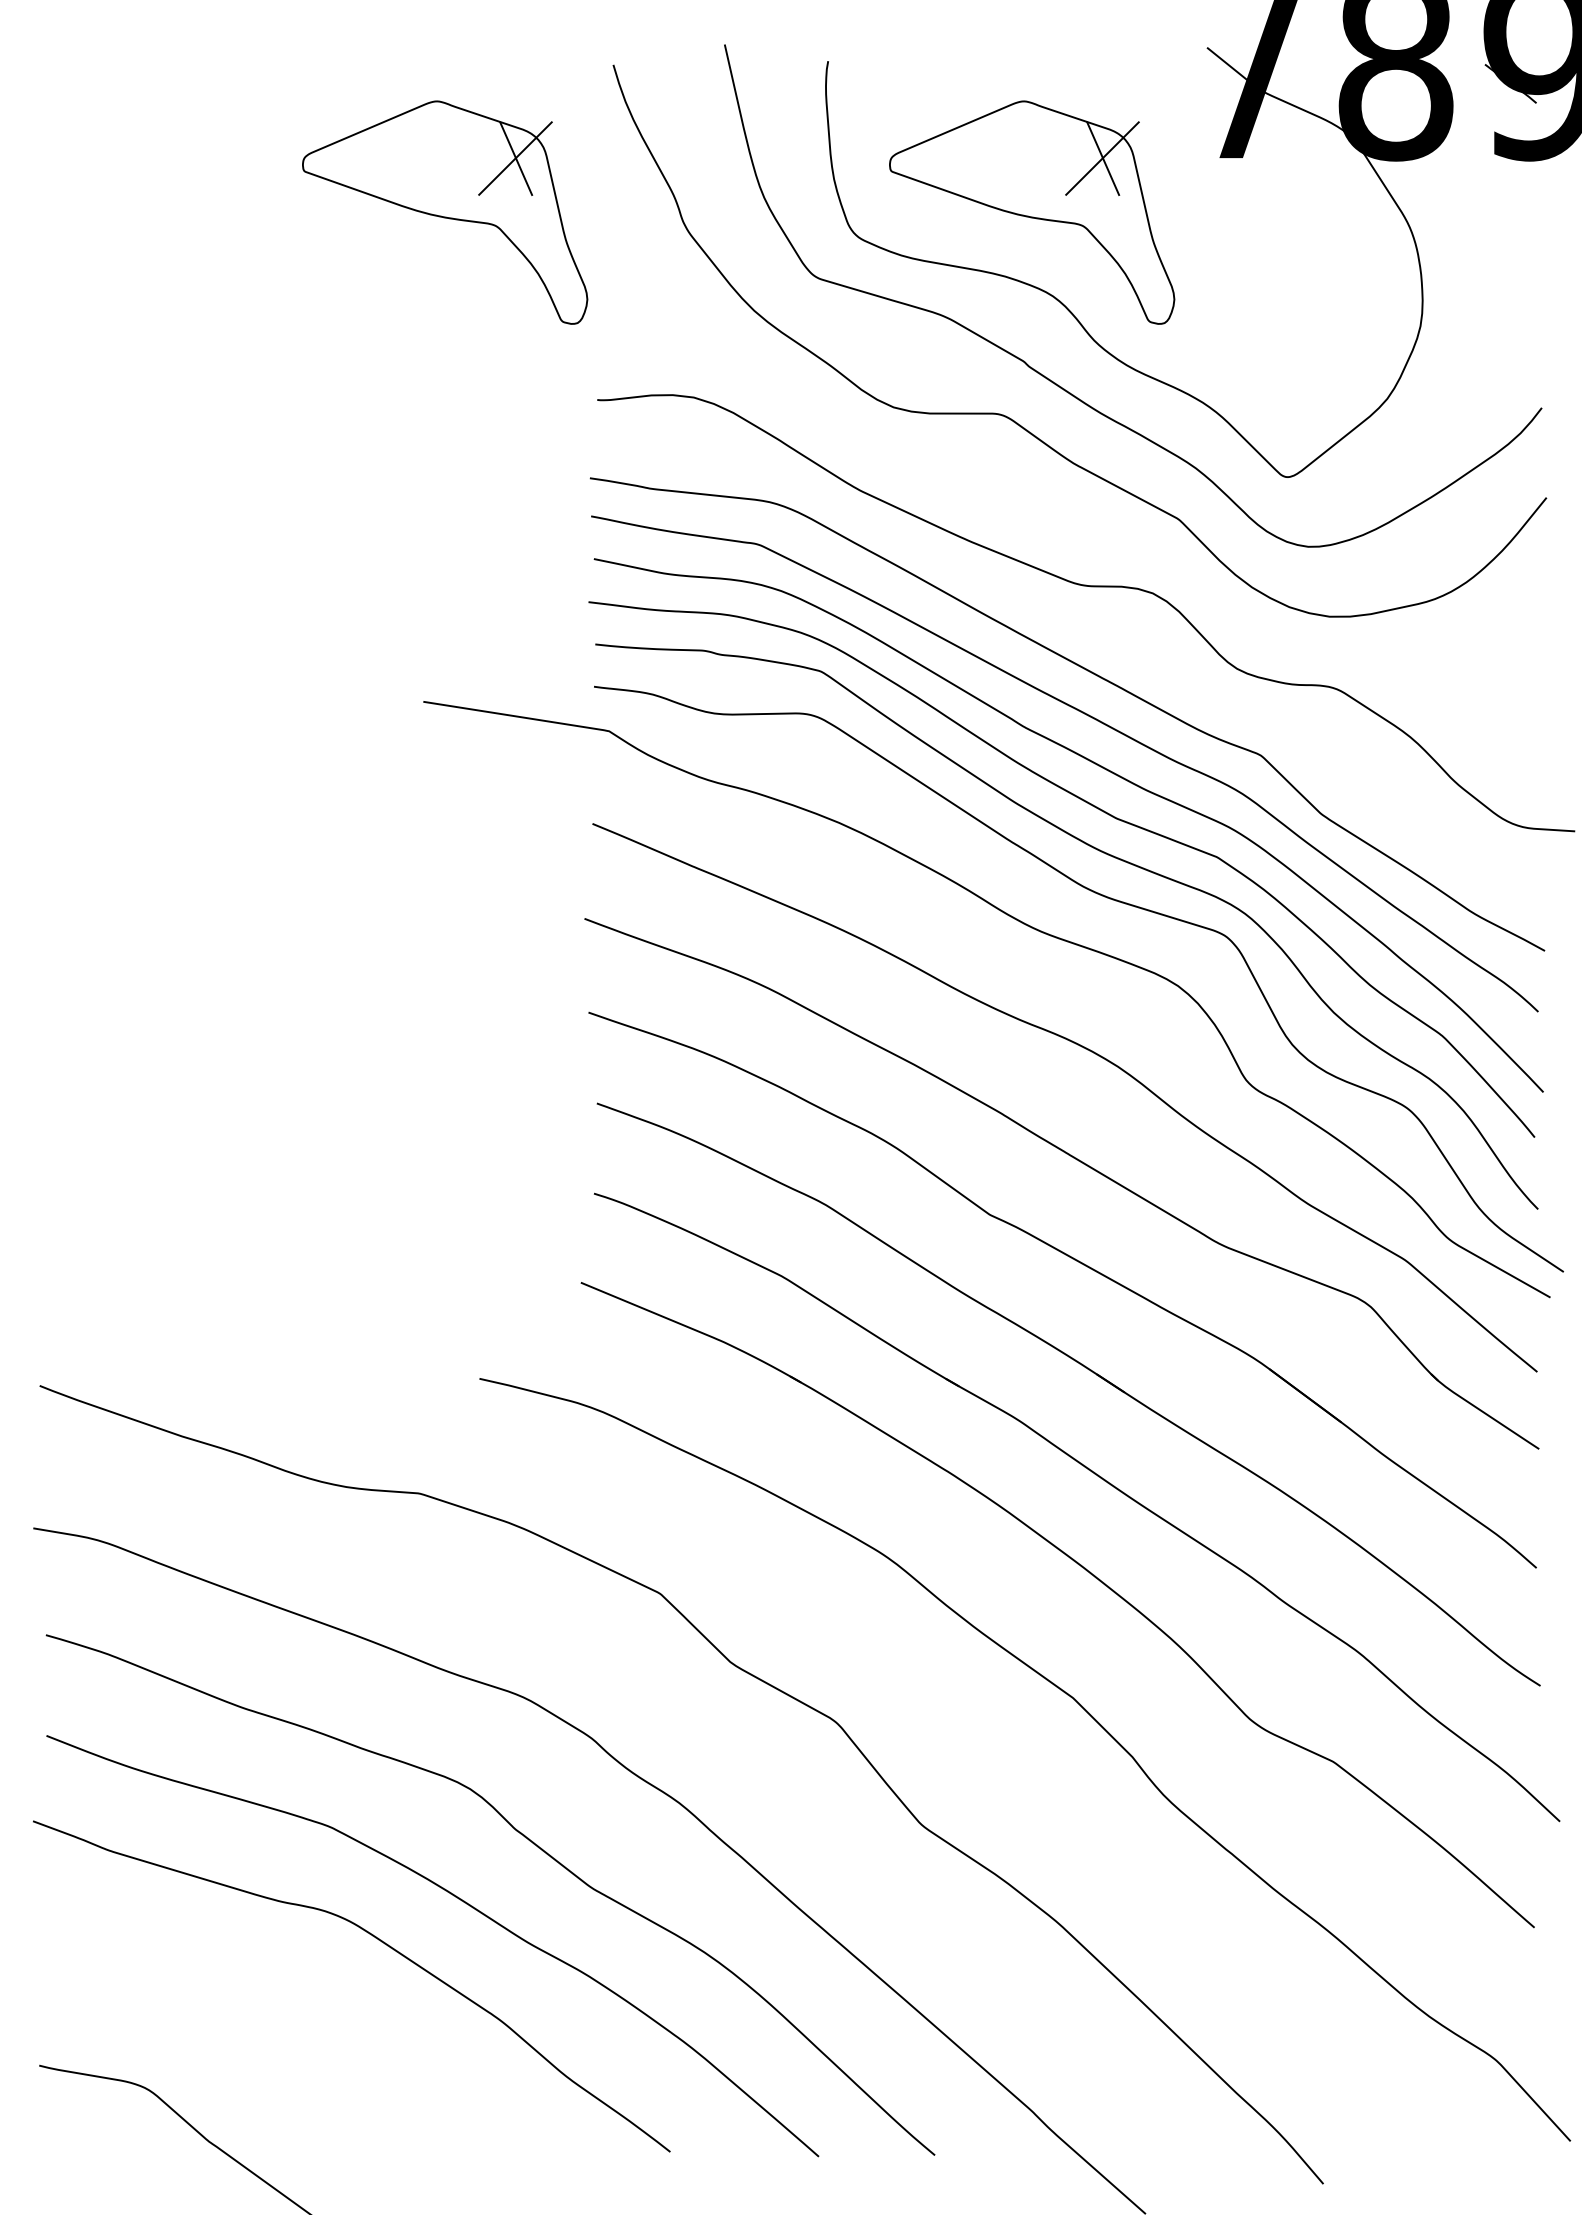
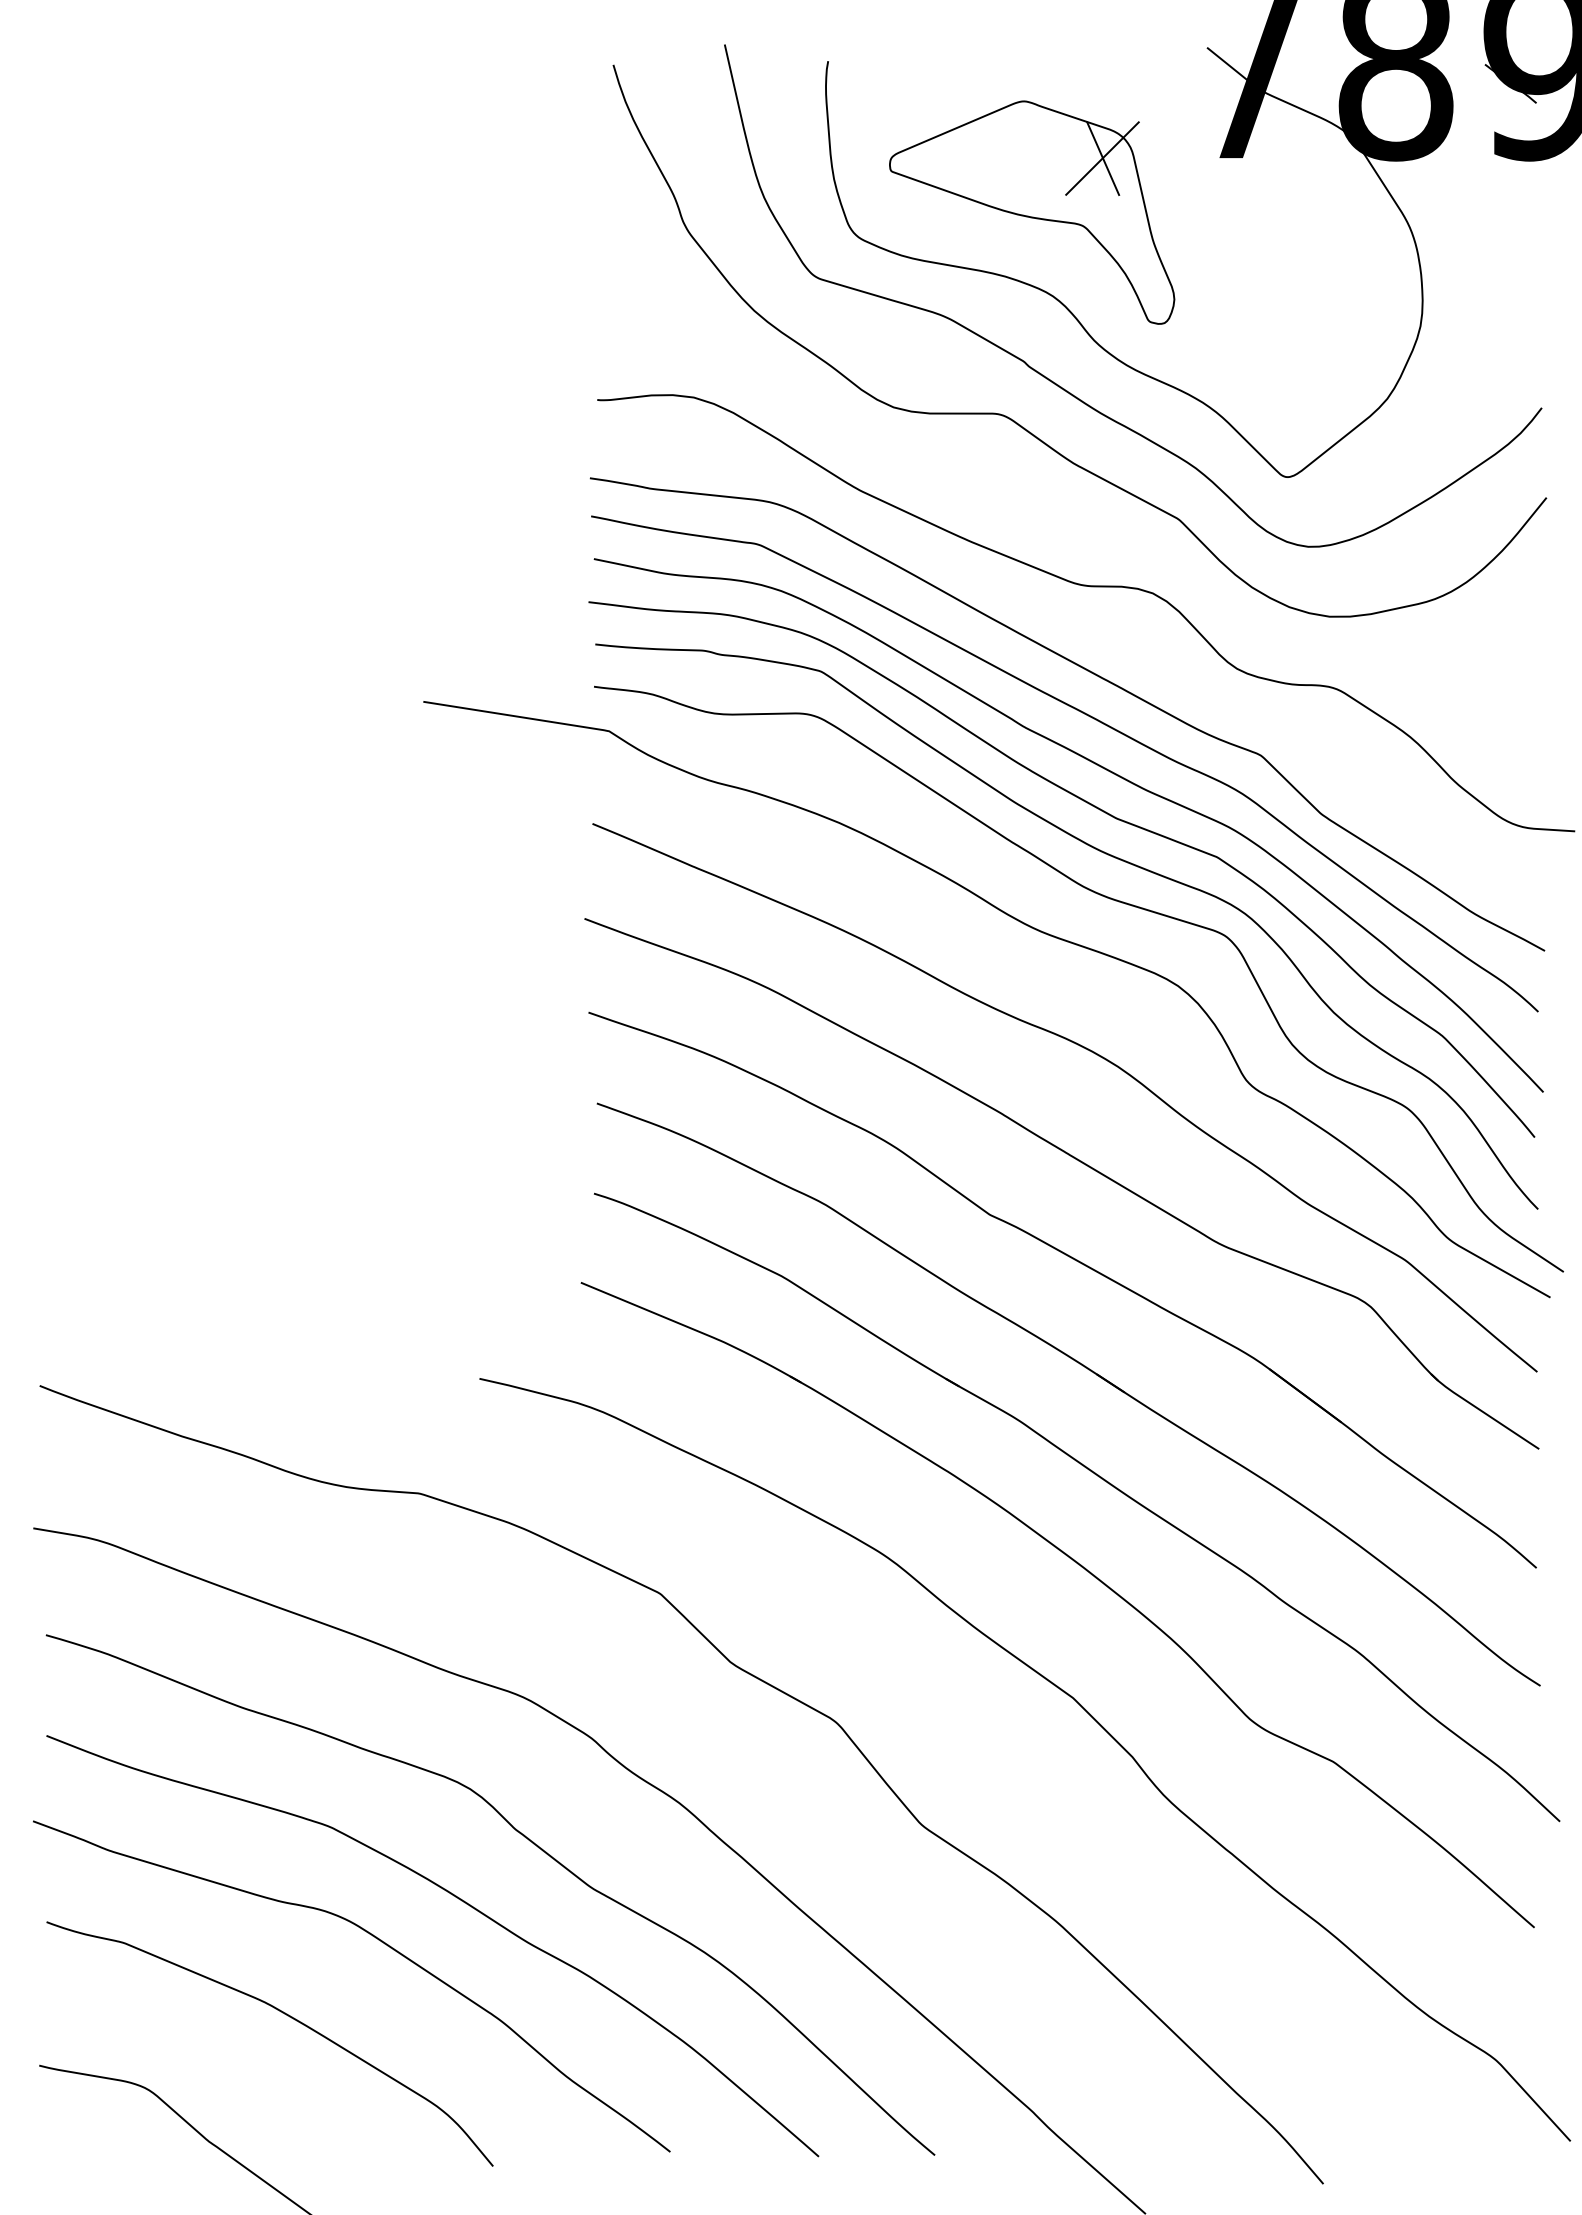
part at (445, 212): present -> none
curve at (284, 2014): none -> present
